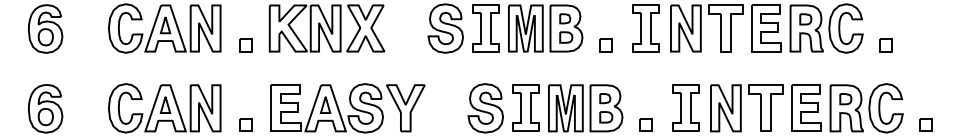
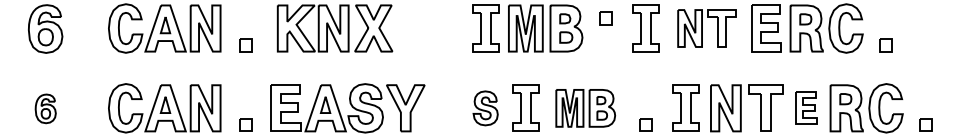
part at (326, 28) position: (326, 28) -> (334, 28)
part at (445, 28): present -> none
part at (706, 28) size: 74x49 px -> 60x39 px
part at (605, 45) position: (605, 45) -> (605, 18)
part at (806, 107) size: 31x48 px -> 23x34 px
part at (45, 108) size: 36x50 px -> 23x32 px
part at (485, 108) size: 37x51 px -> 27x37 px
part at (585, 108) size: 76x49 px -> 62x39 px
